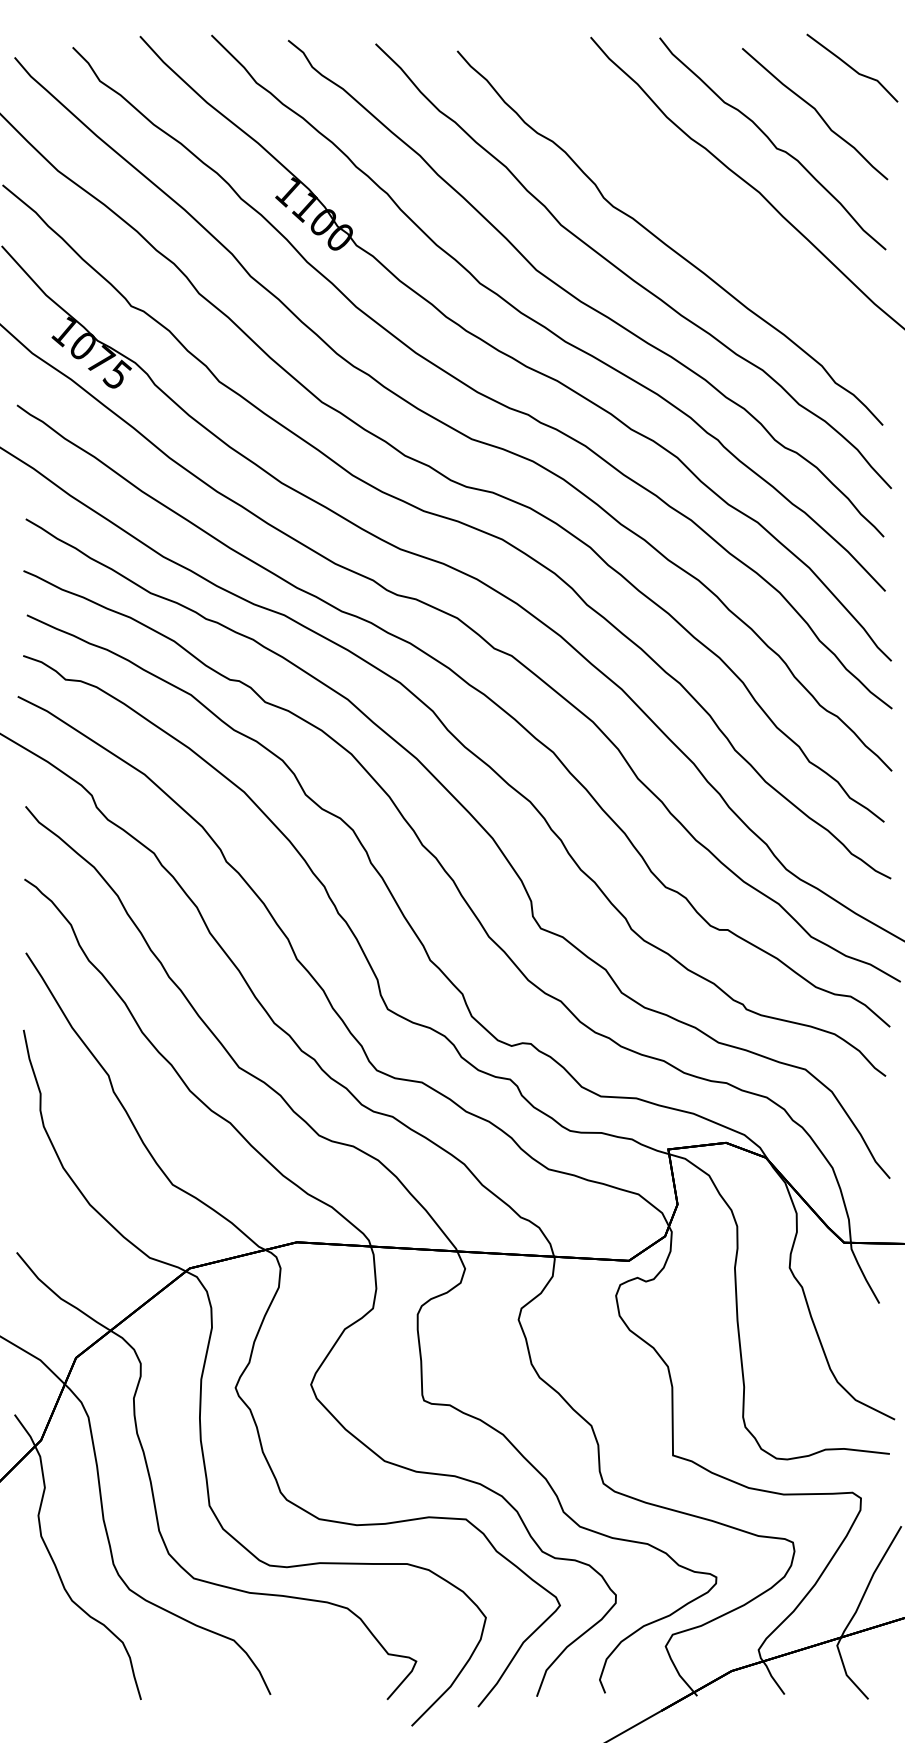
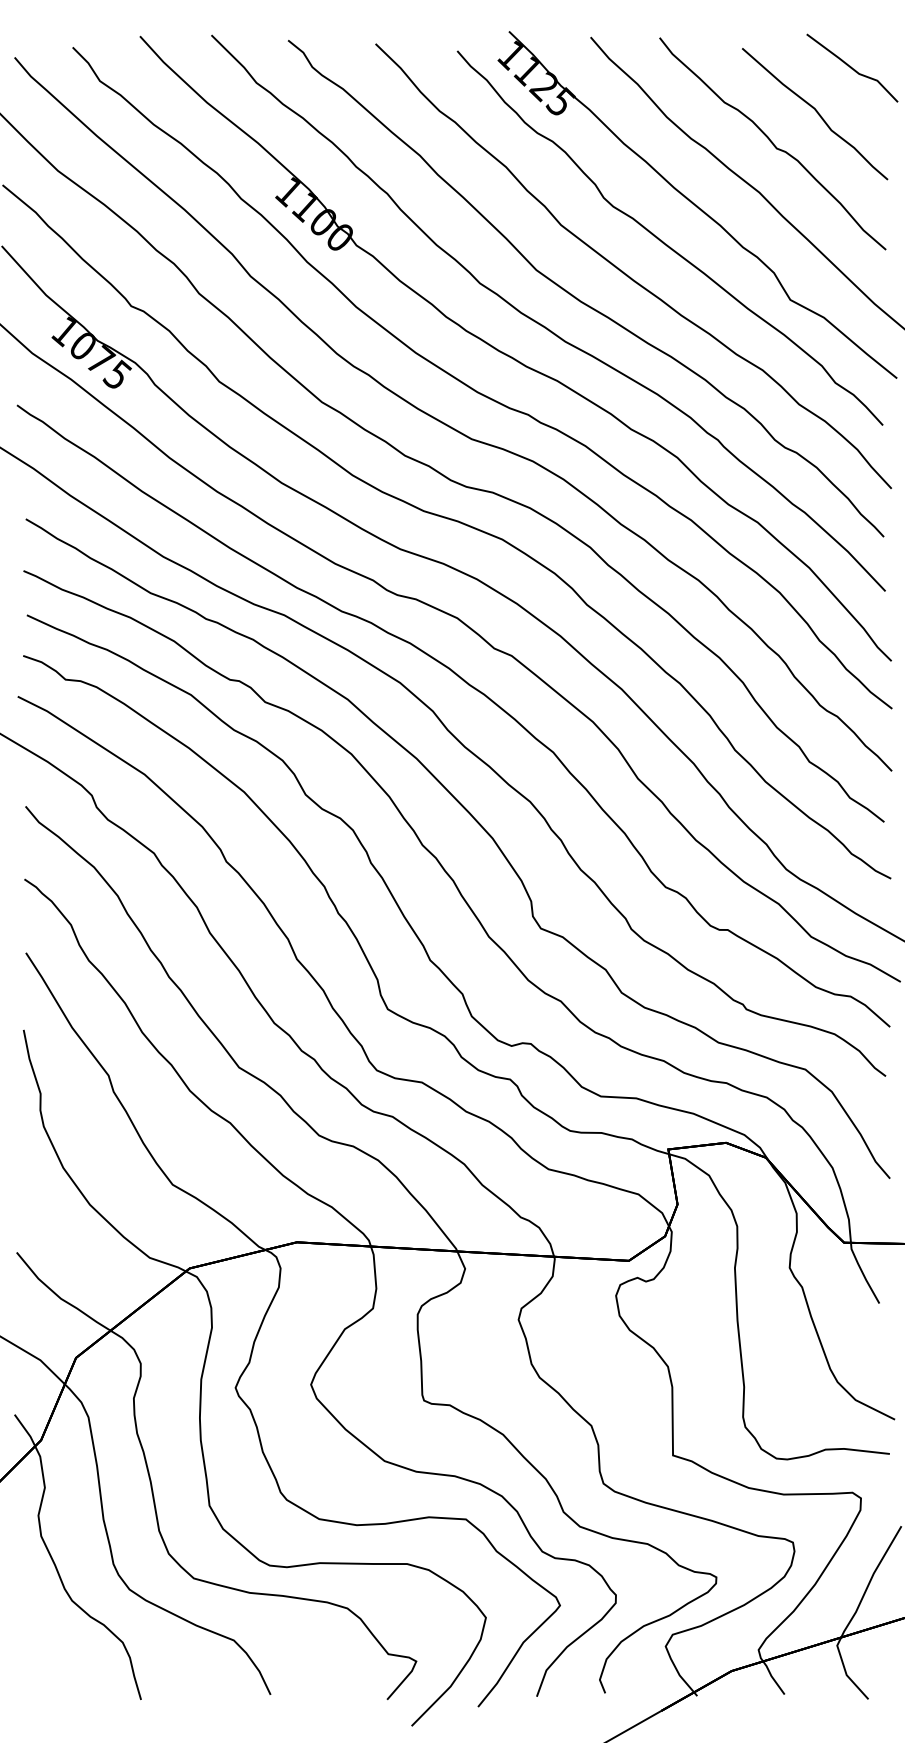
part at (697, 204): none -> present
